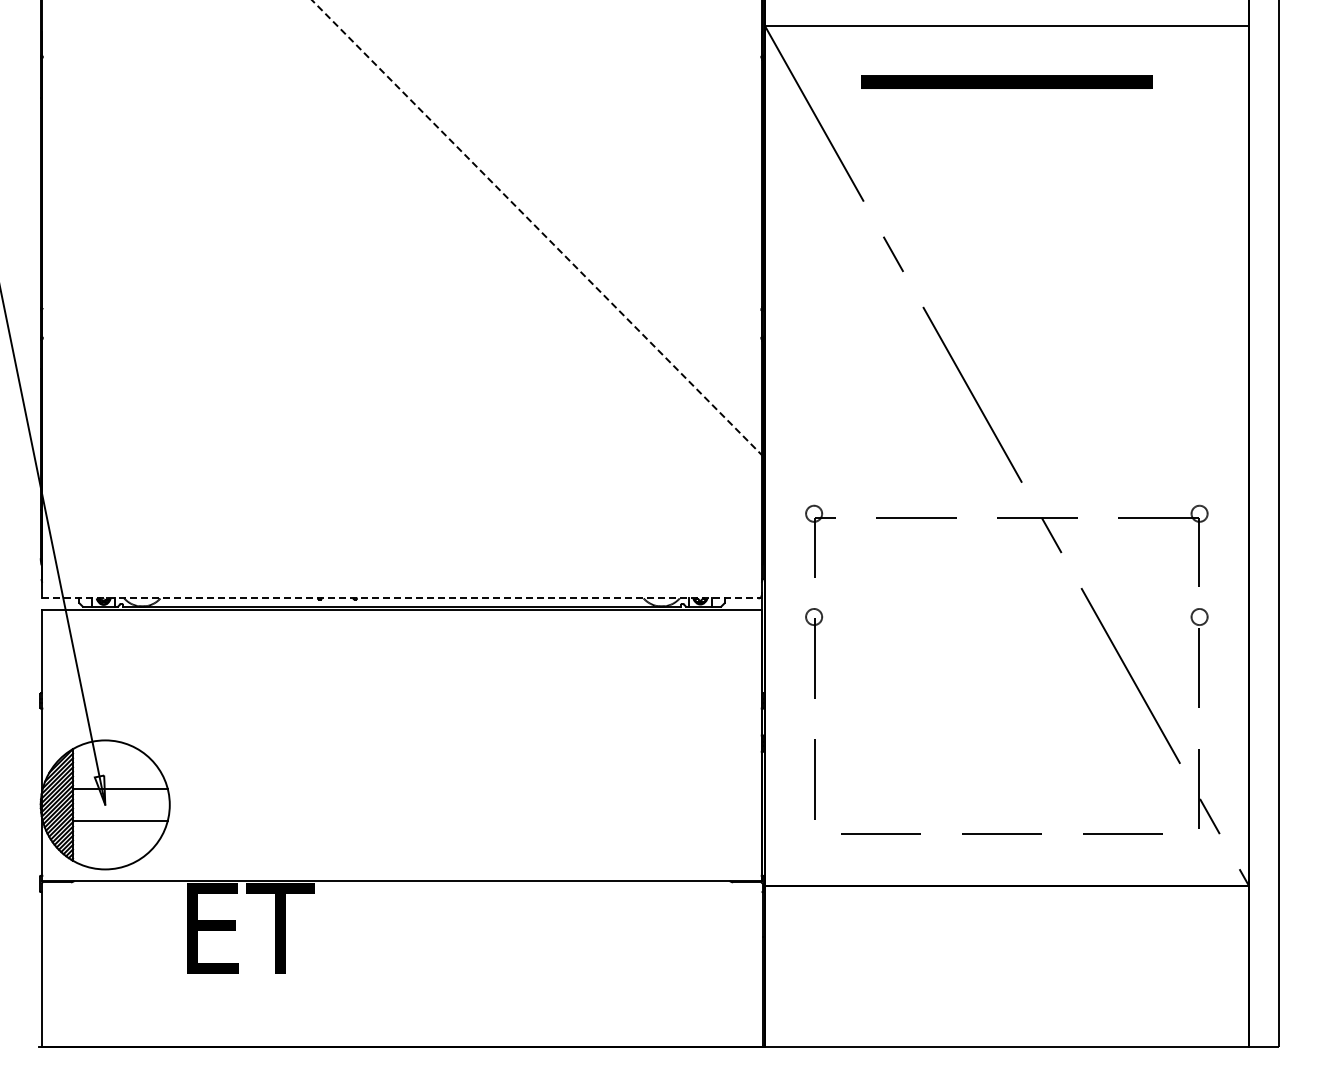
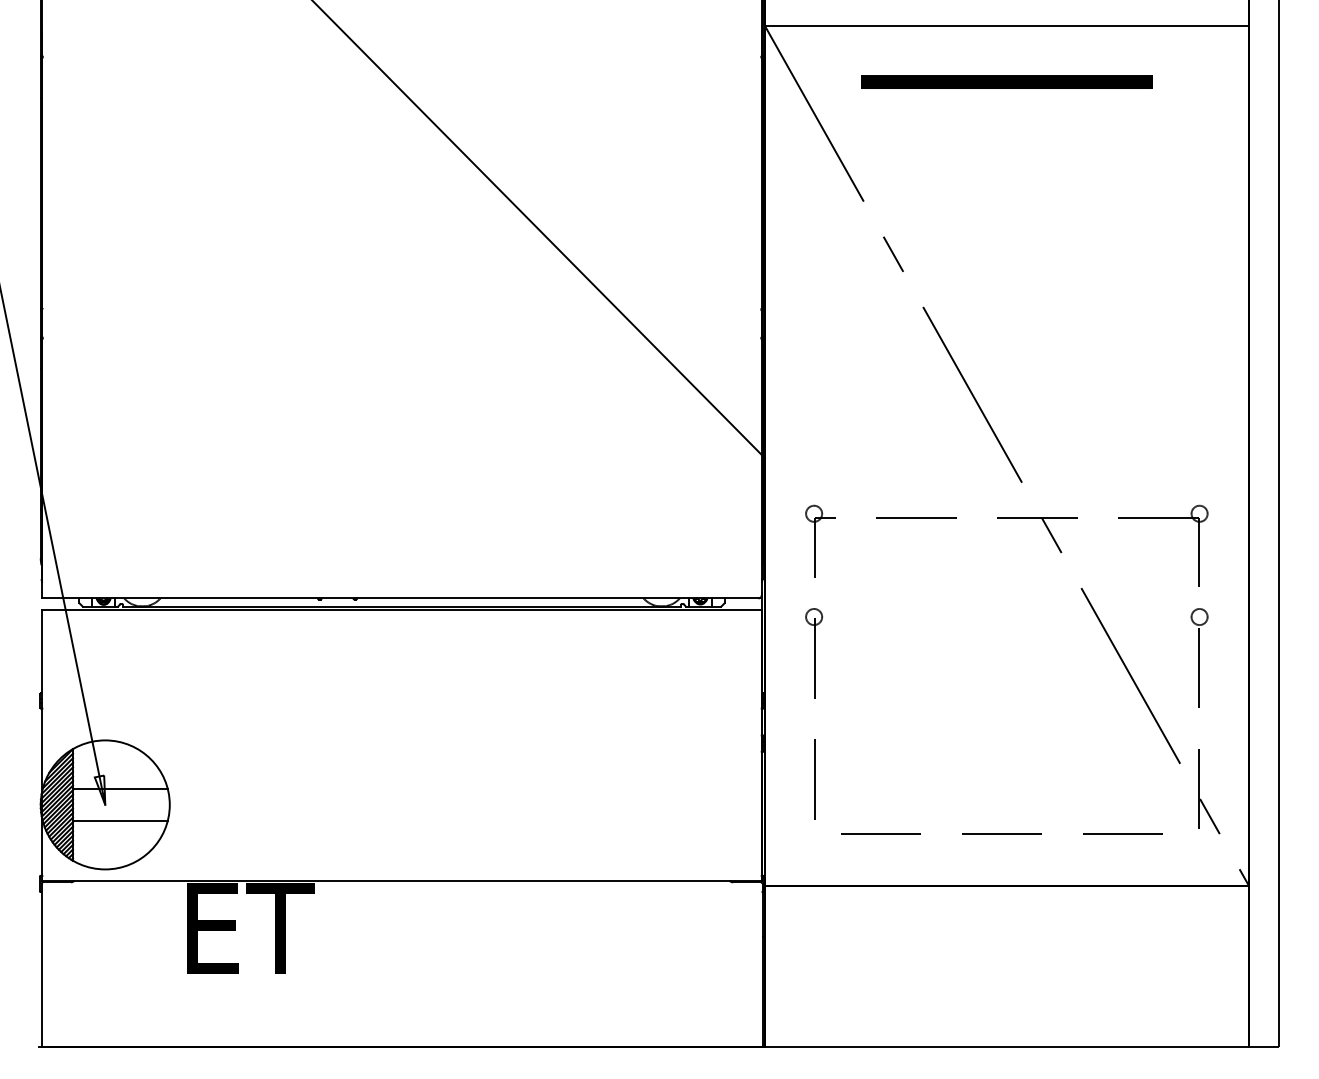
line at (538, 229): dashed -> solid
line at (402, 598): dashed -> solid
